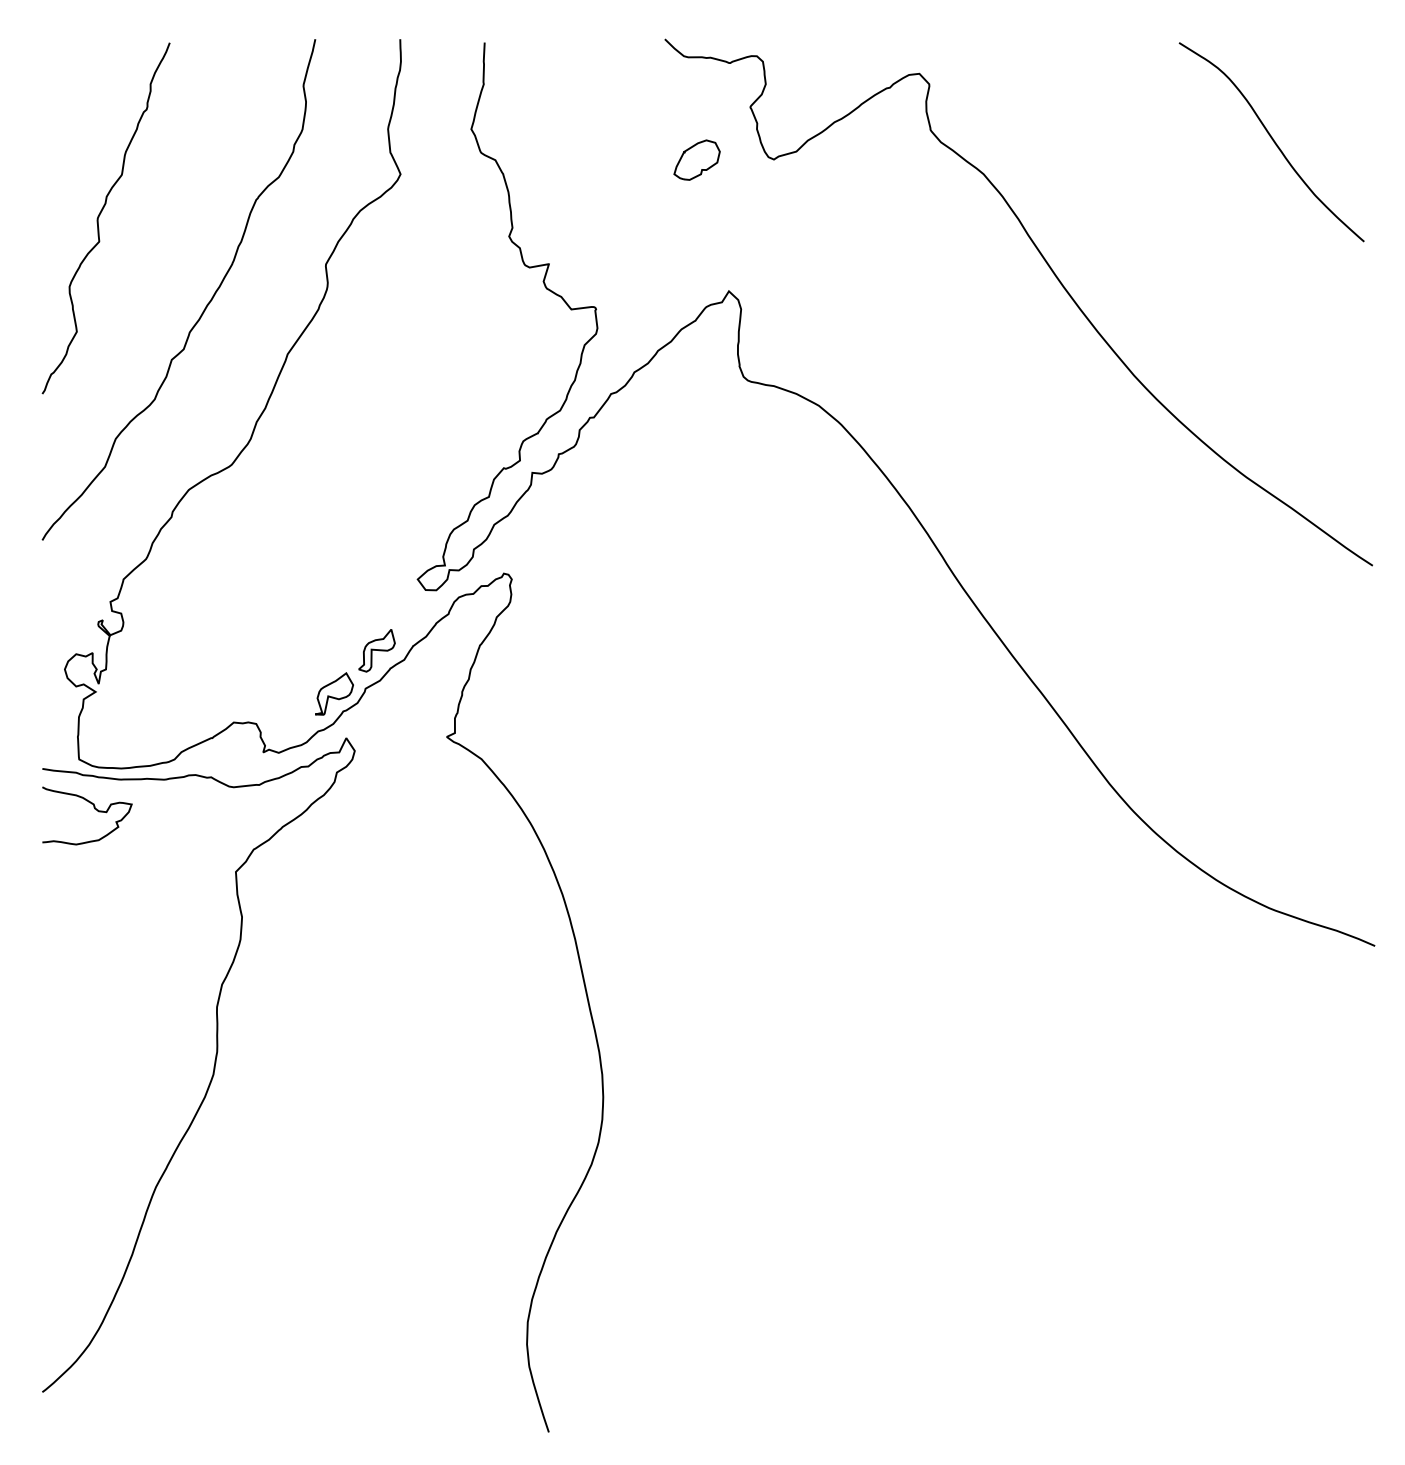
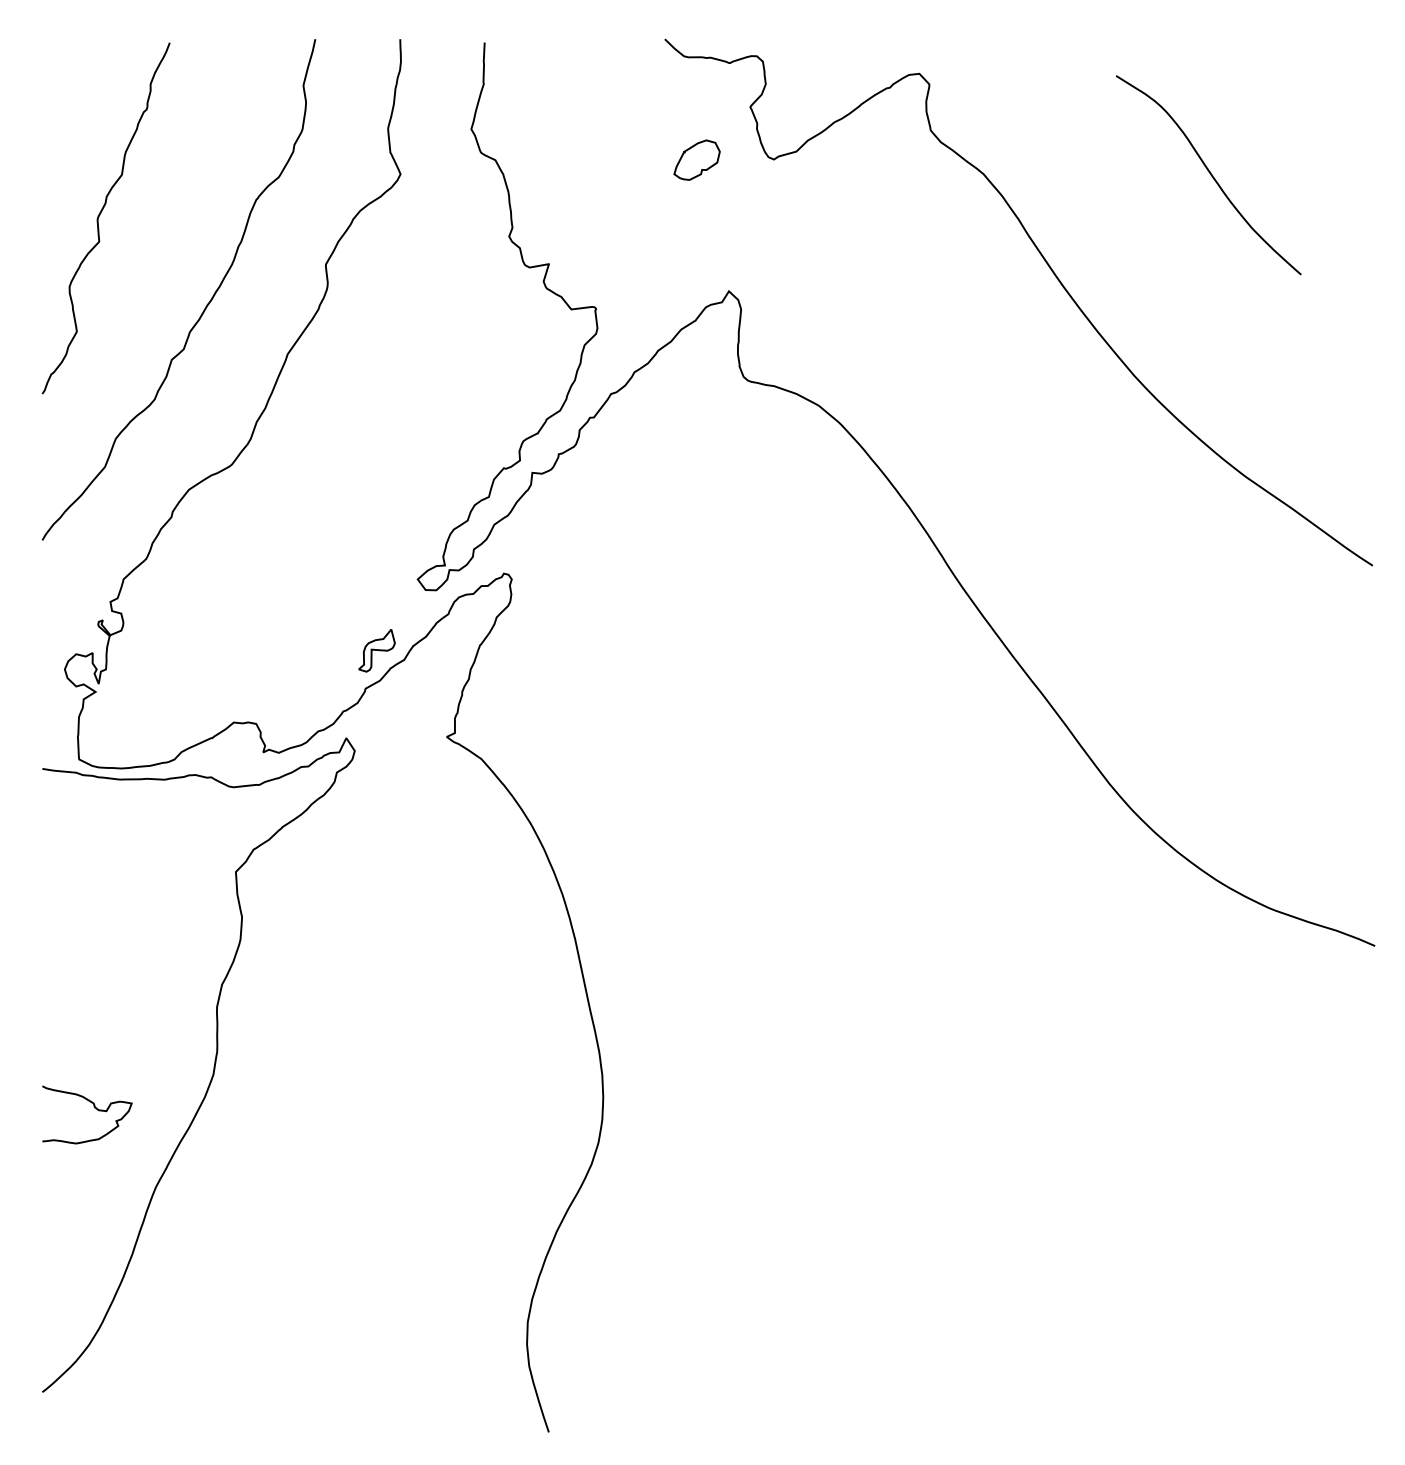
curve at (1273, 142) position: (1273, 142) -> (1210, 175)
part at (334, 693): present -> none
curve at (94, 809) position: (94, 809) -> (94, 1108)
